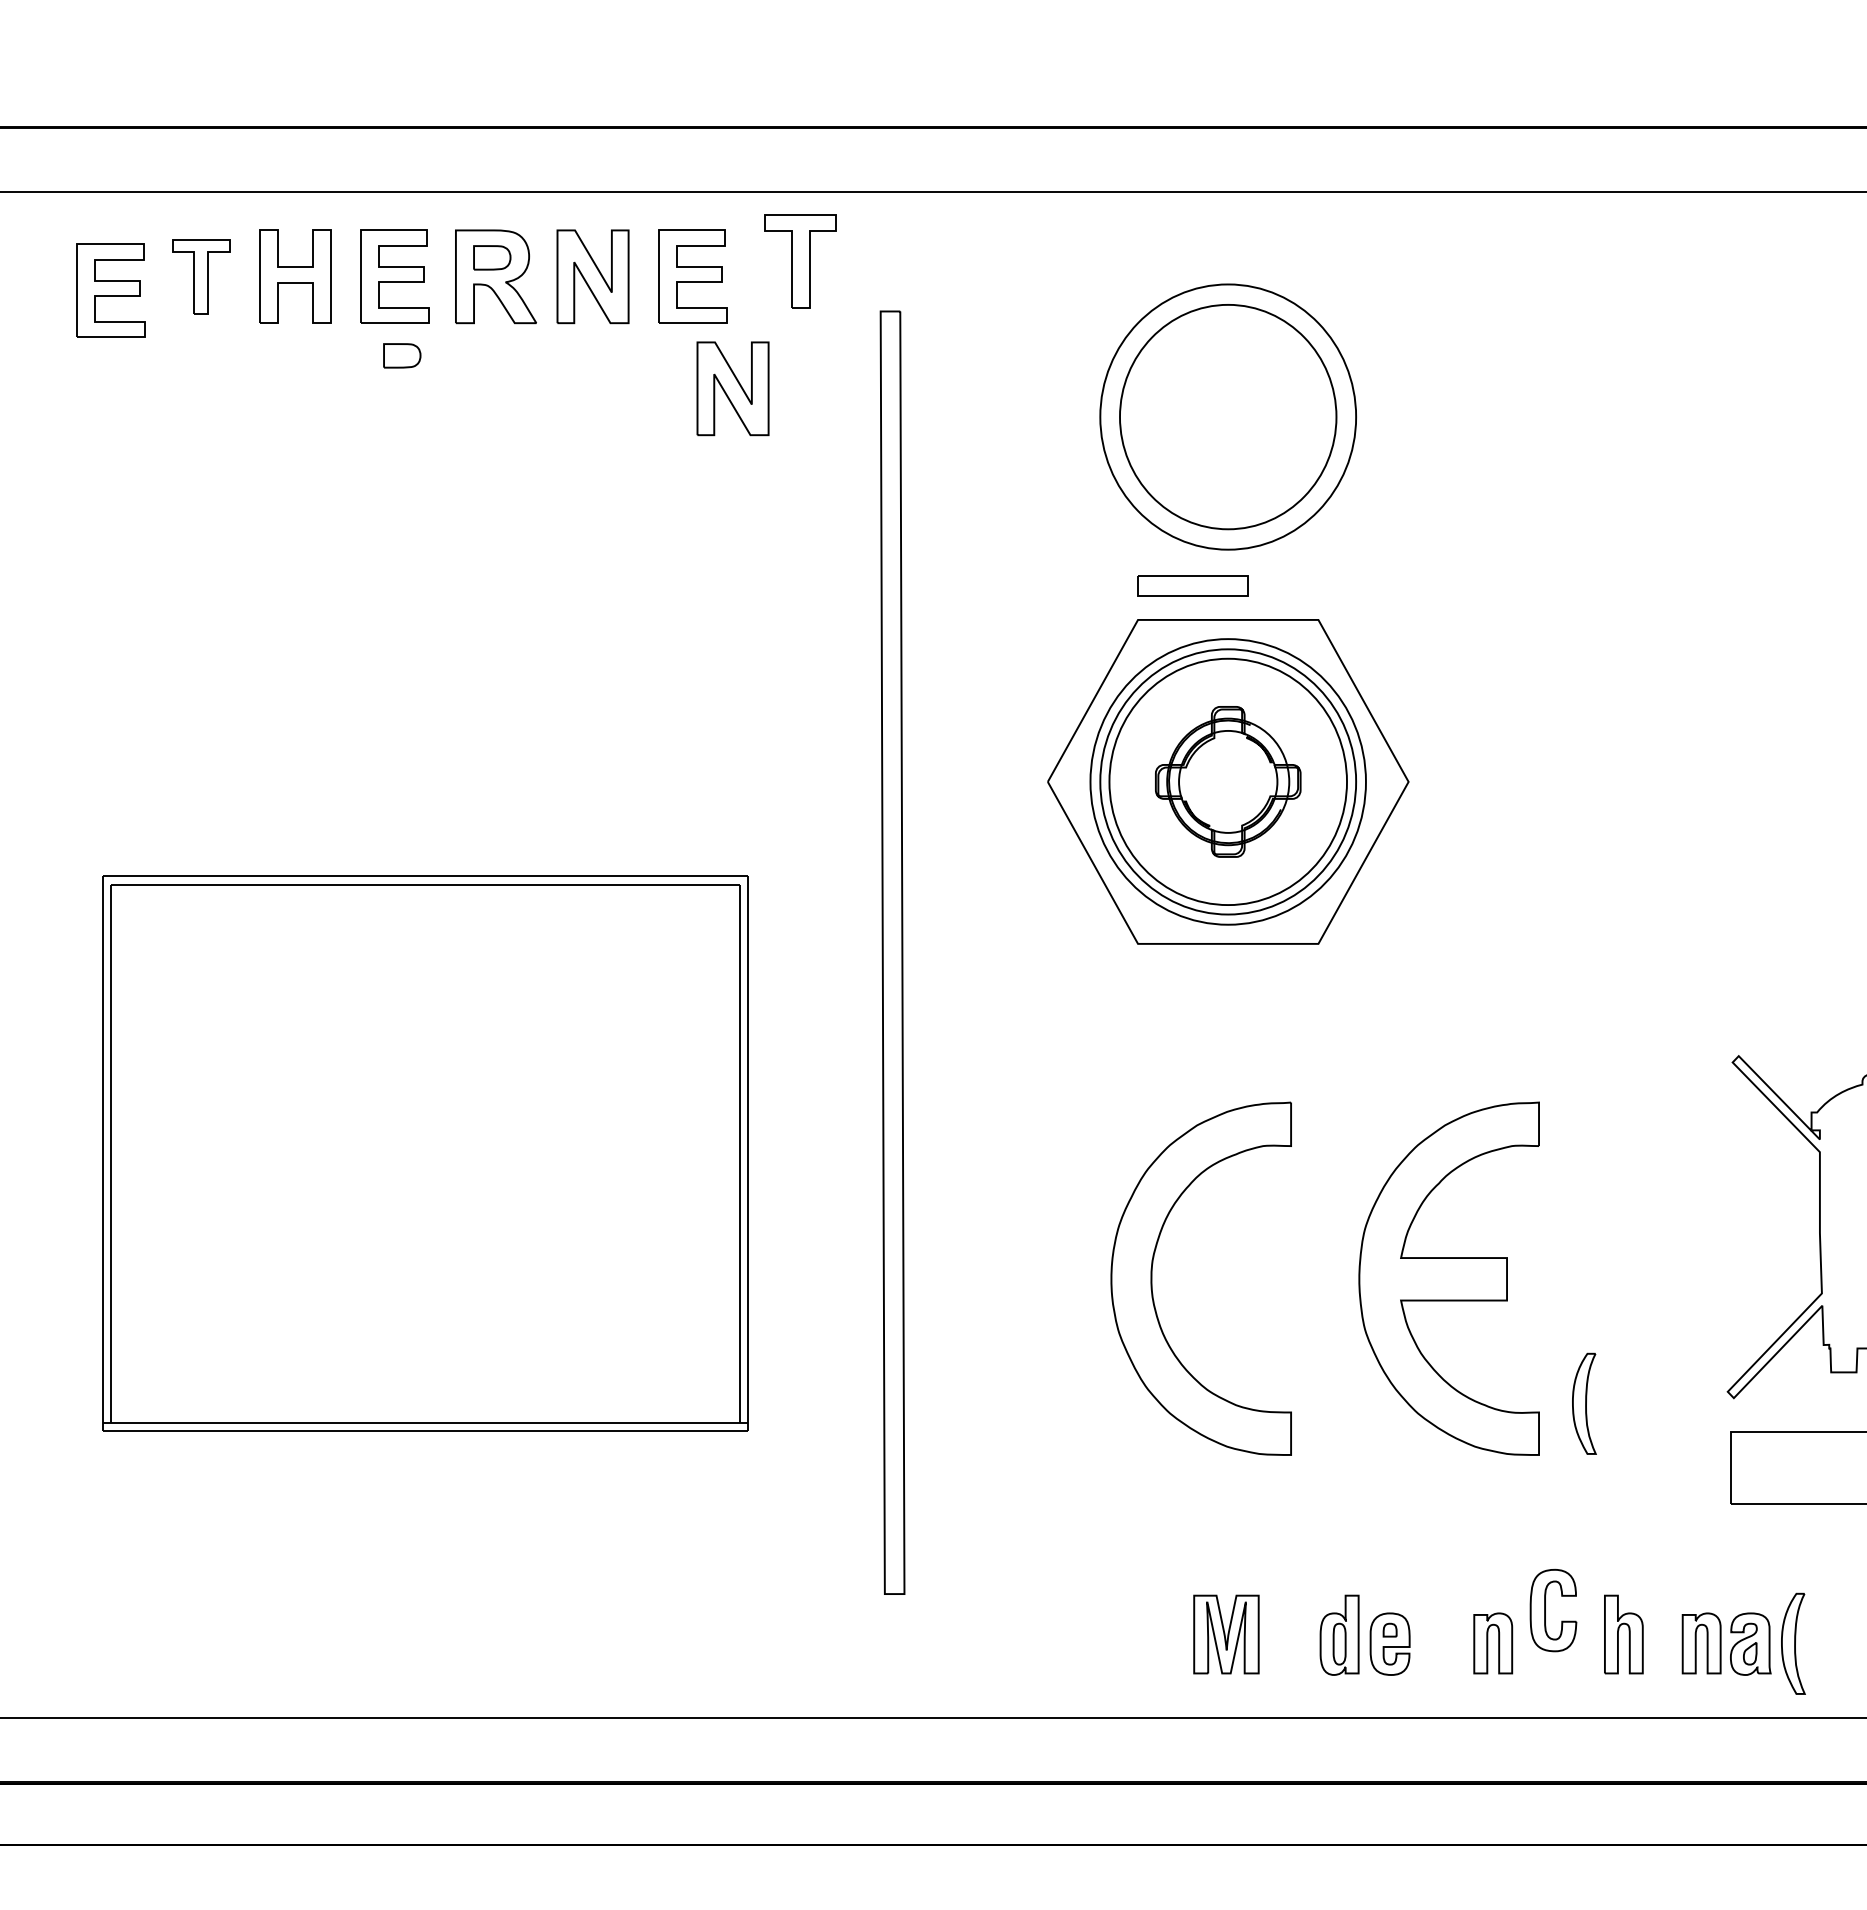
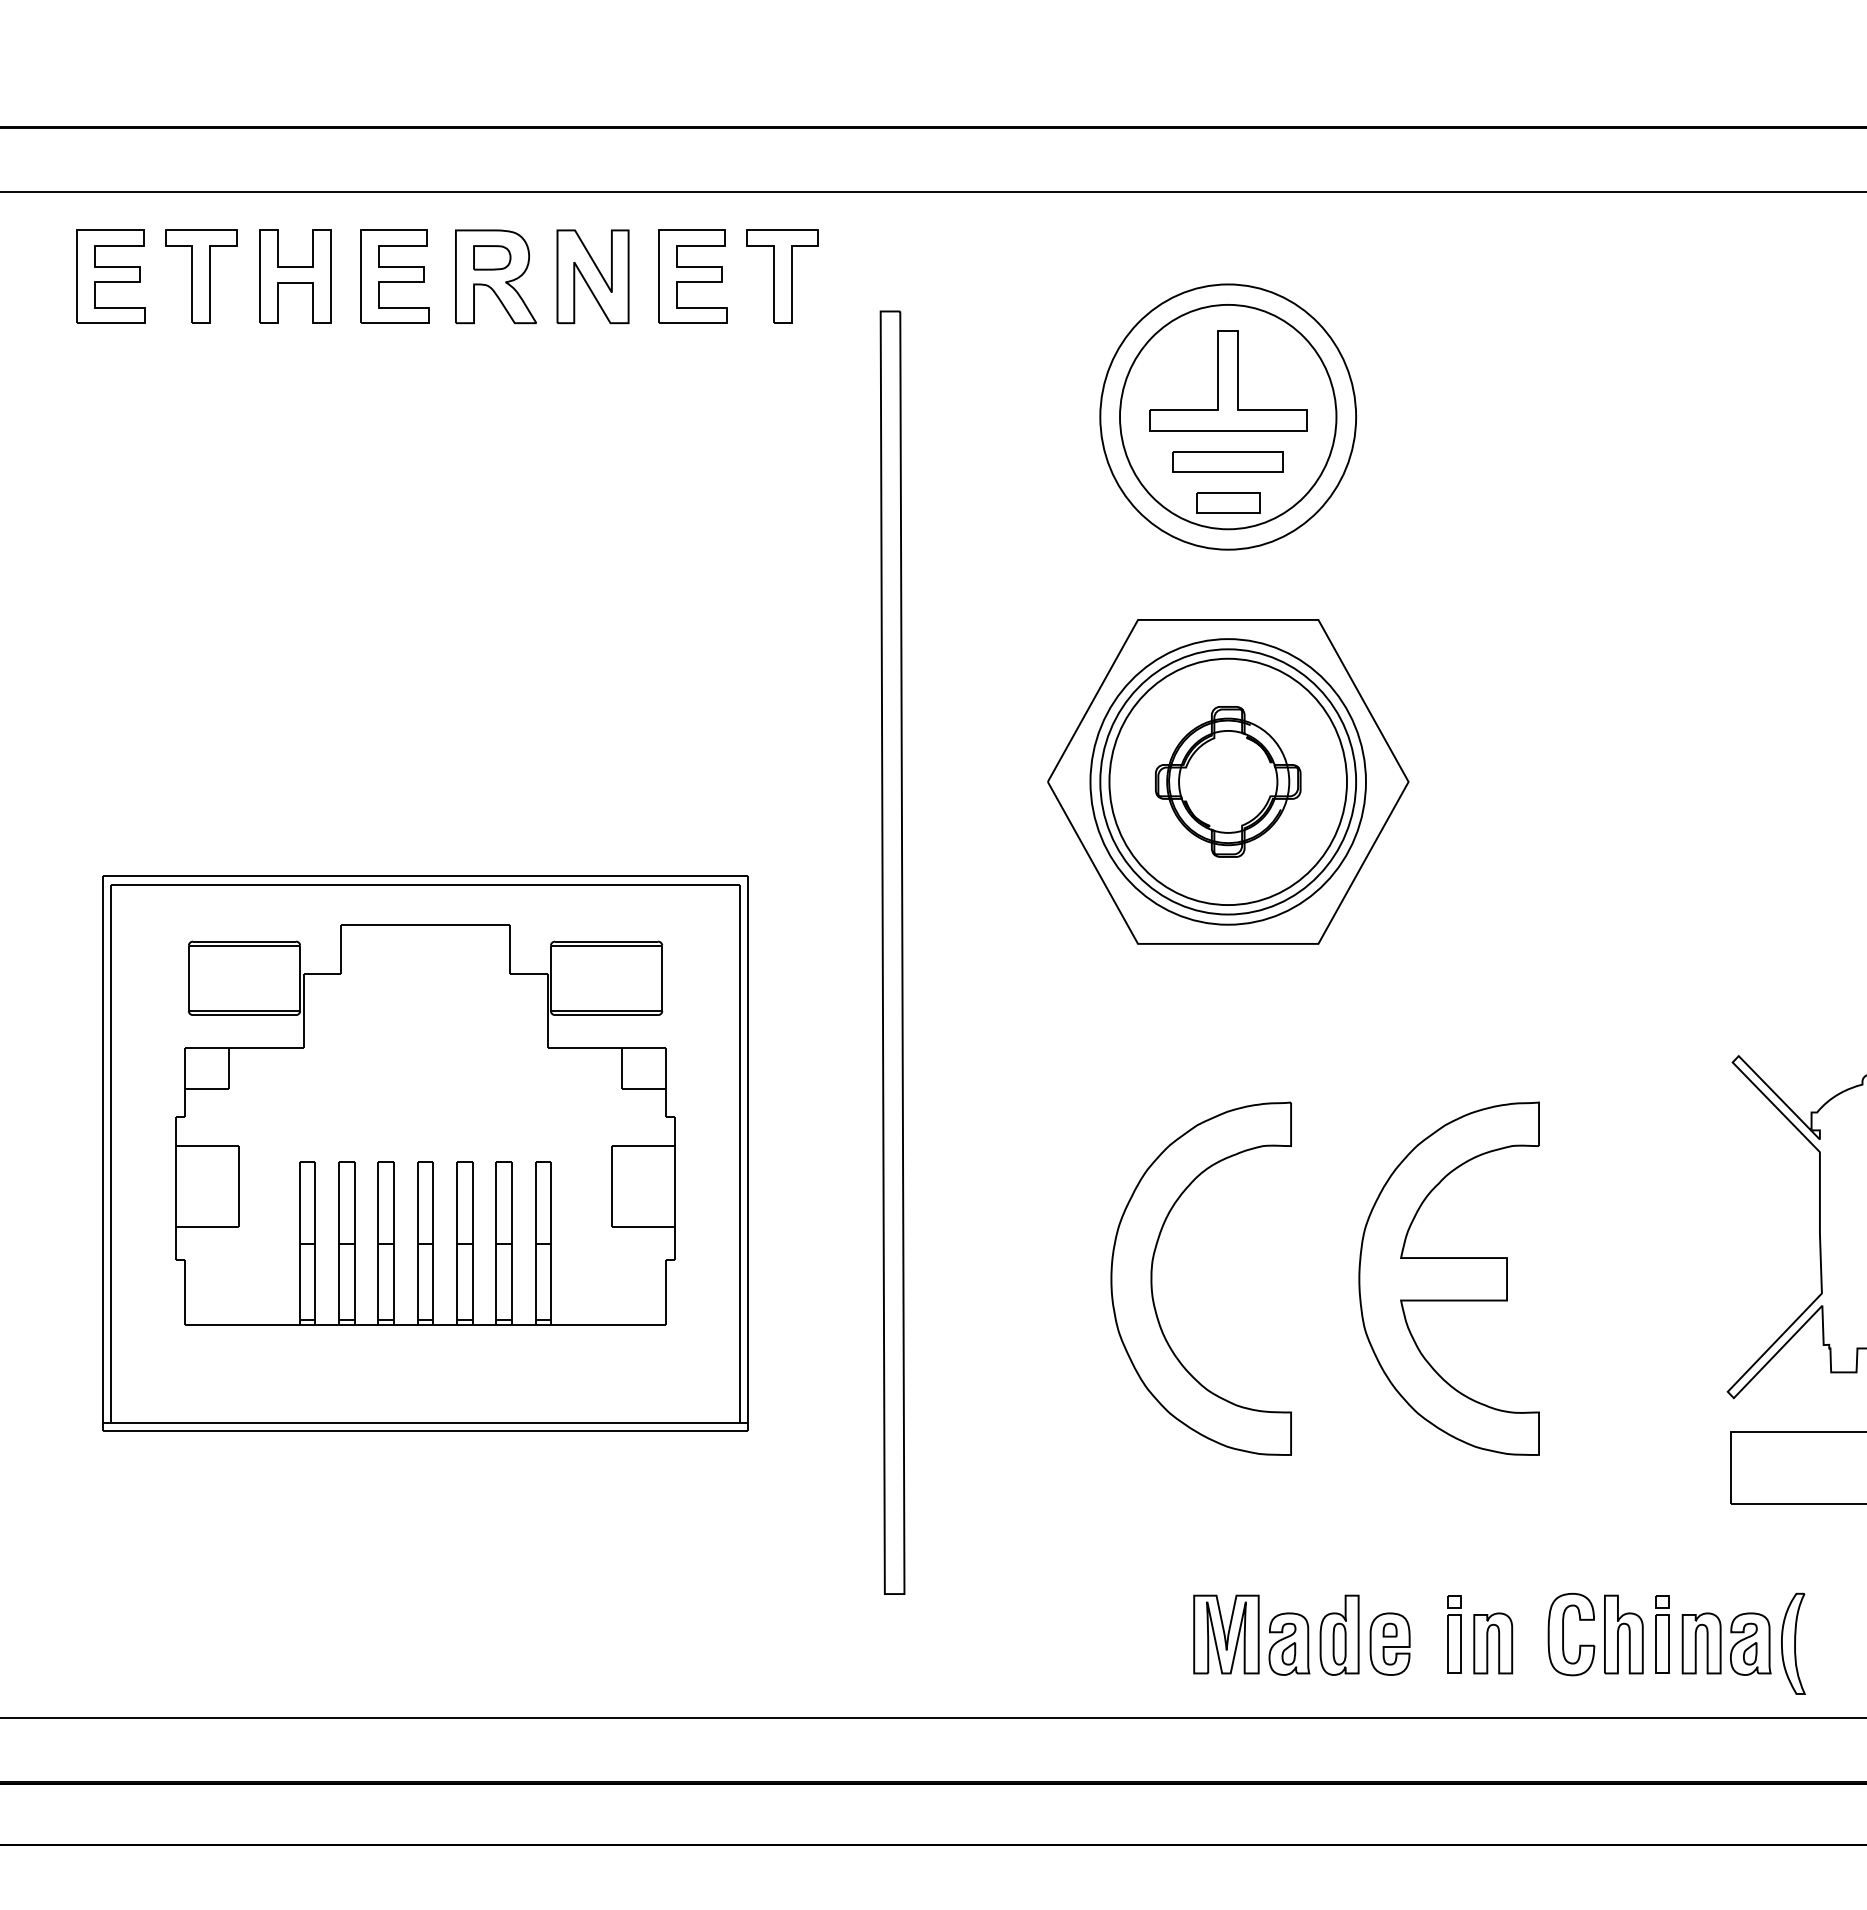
part at (800, 261) position: (800, 261) -> (782, 276)
part at (201, 276) size: 59x76 px -> 73x95 px
part at (110, 290) position: (110, 290) -> (110, 276)
part at (402, 355): present -> none
part at (1228, 380): none -> present
part at (732, 388): present -> none
part at (1228, 502): none -> present
part at (1192, 585) position: (1192, 585) -> (1227, 461)
part at (425, 1124): none -> present
part at (1584, 1403): present -> none
part at (1545, 1610) position: (1545, 1610) -> (1563, 1634)
part at (1454, 1634): none -> present
part at (1662, 1634): none -> present
part at (1289, 1643): none -> present
